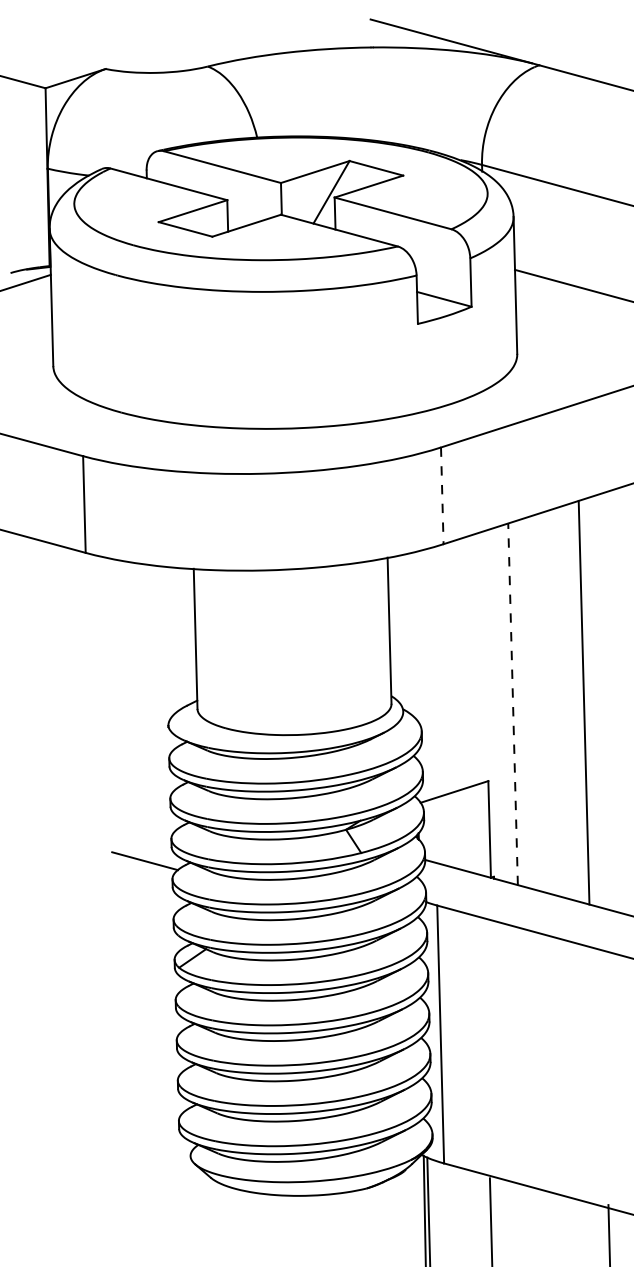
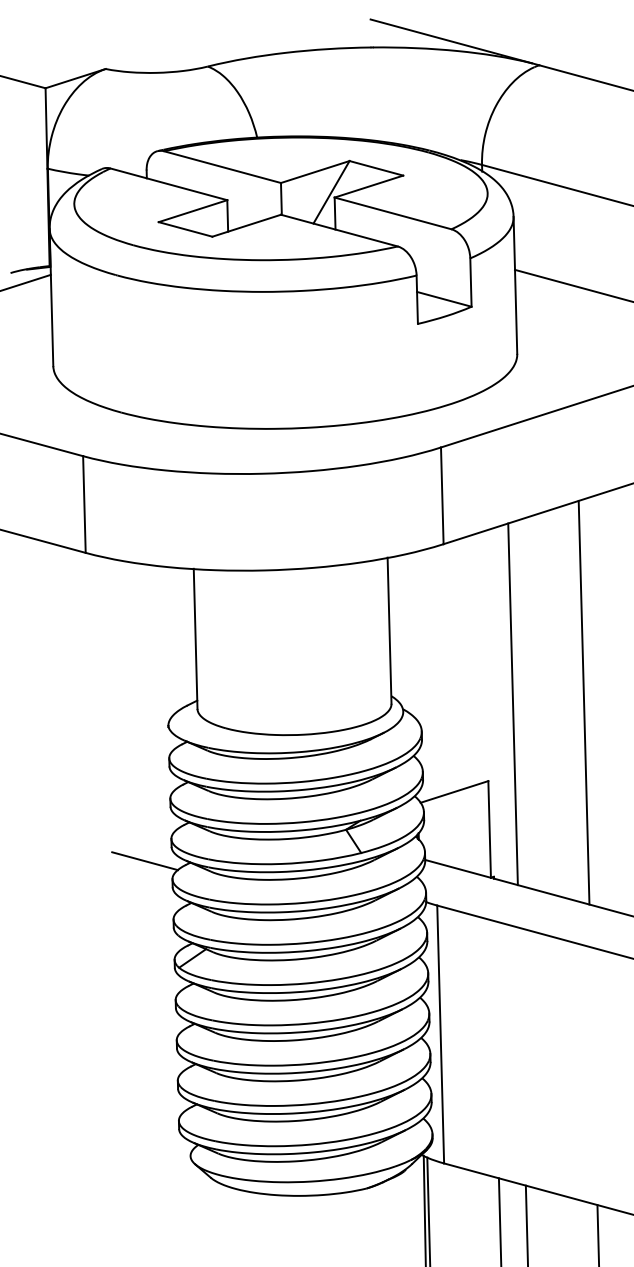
line at (442, 496): dashed -> solid
line at (513, 704): dashed -> solid
line at (490, 1220) position: (490, 1220) -> (499, 1220)
line at (526, 1224): none -> present
line at (609, 1234) position: (609, 1234) -> (598, 1234)
